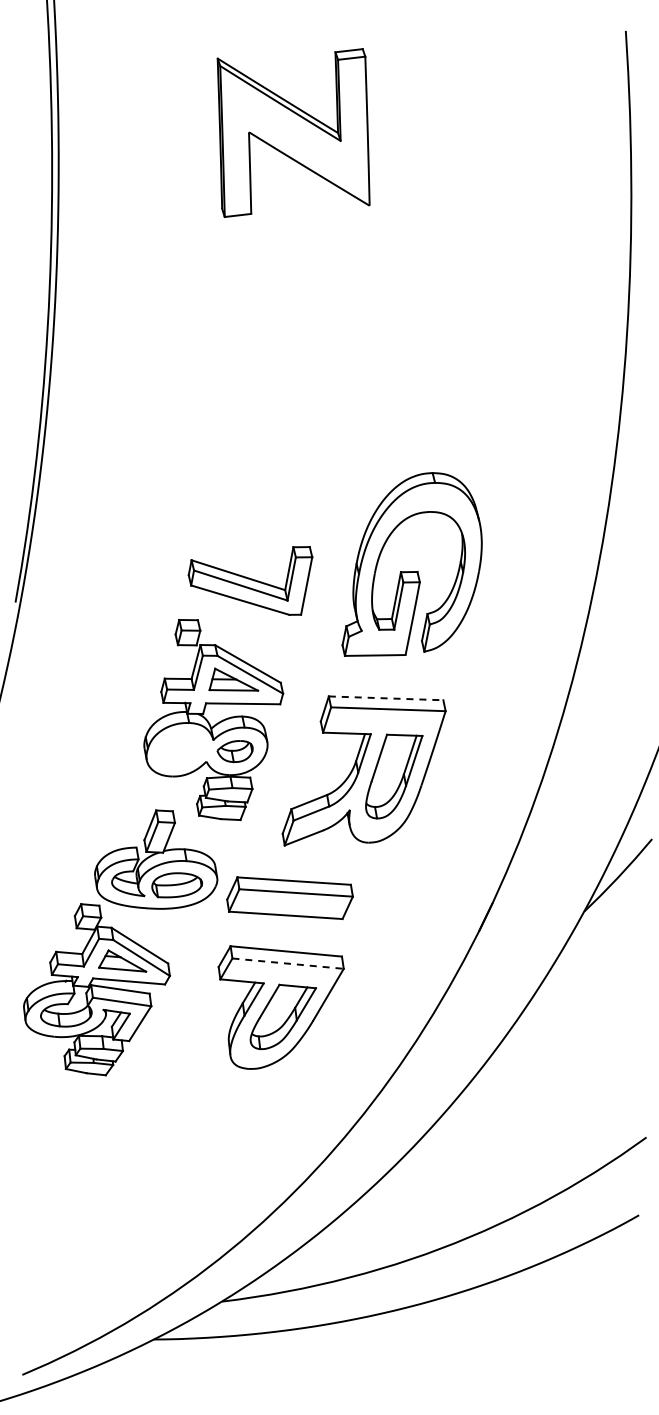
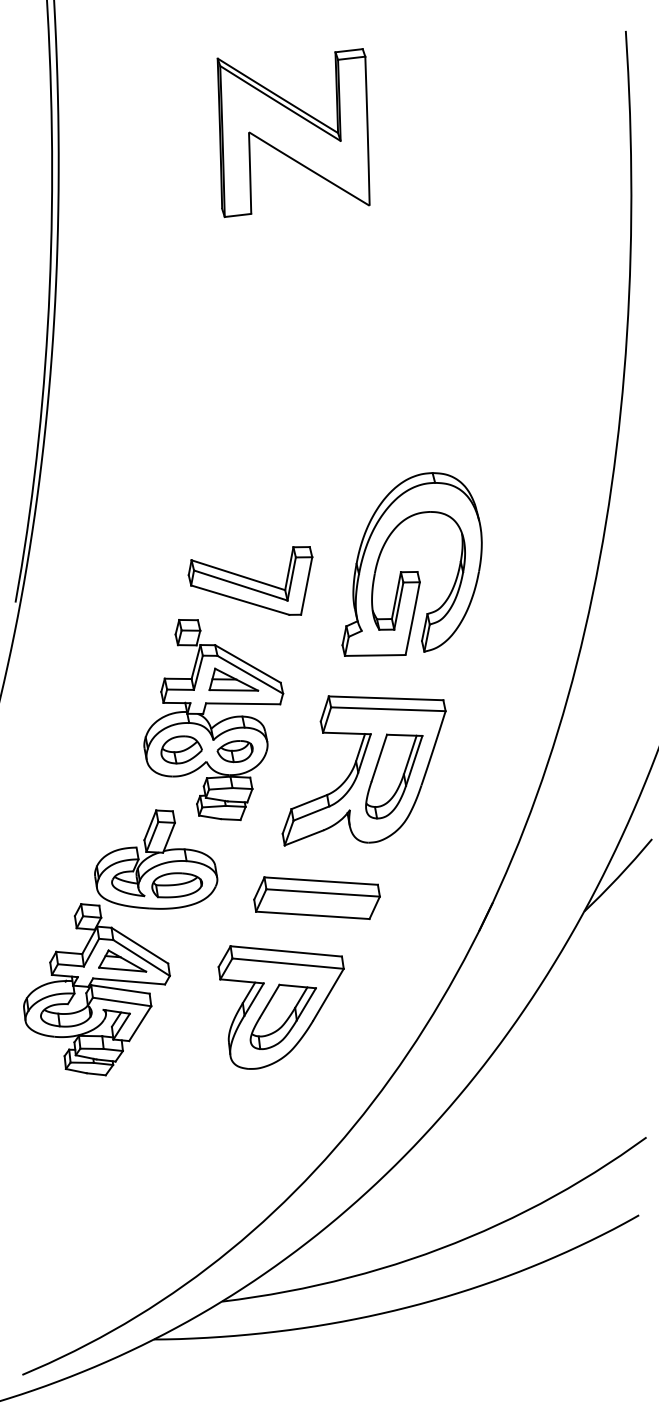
line at (386, 698): dashed -> solid
part at (181, 749): none -> present
part at (289, 897) position: (289, 897) -> (316, 897)
line at (288, 963): dashed -> solid
